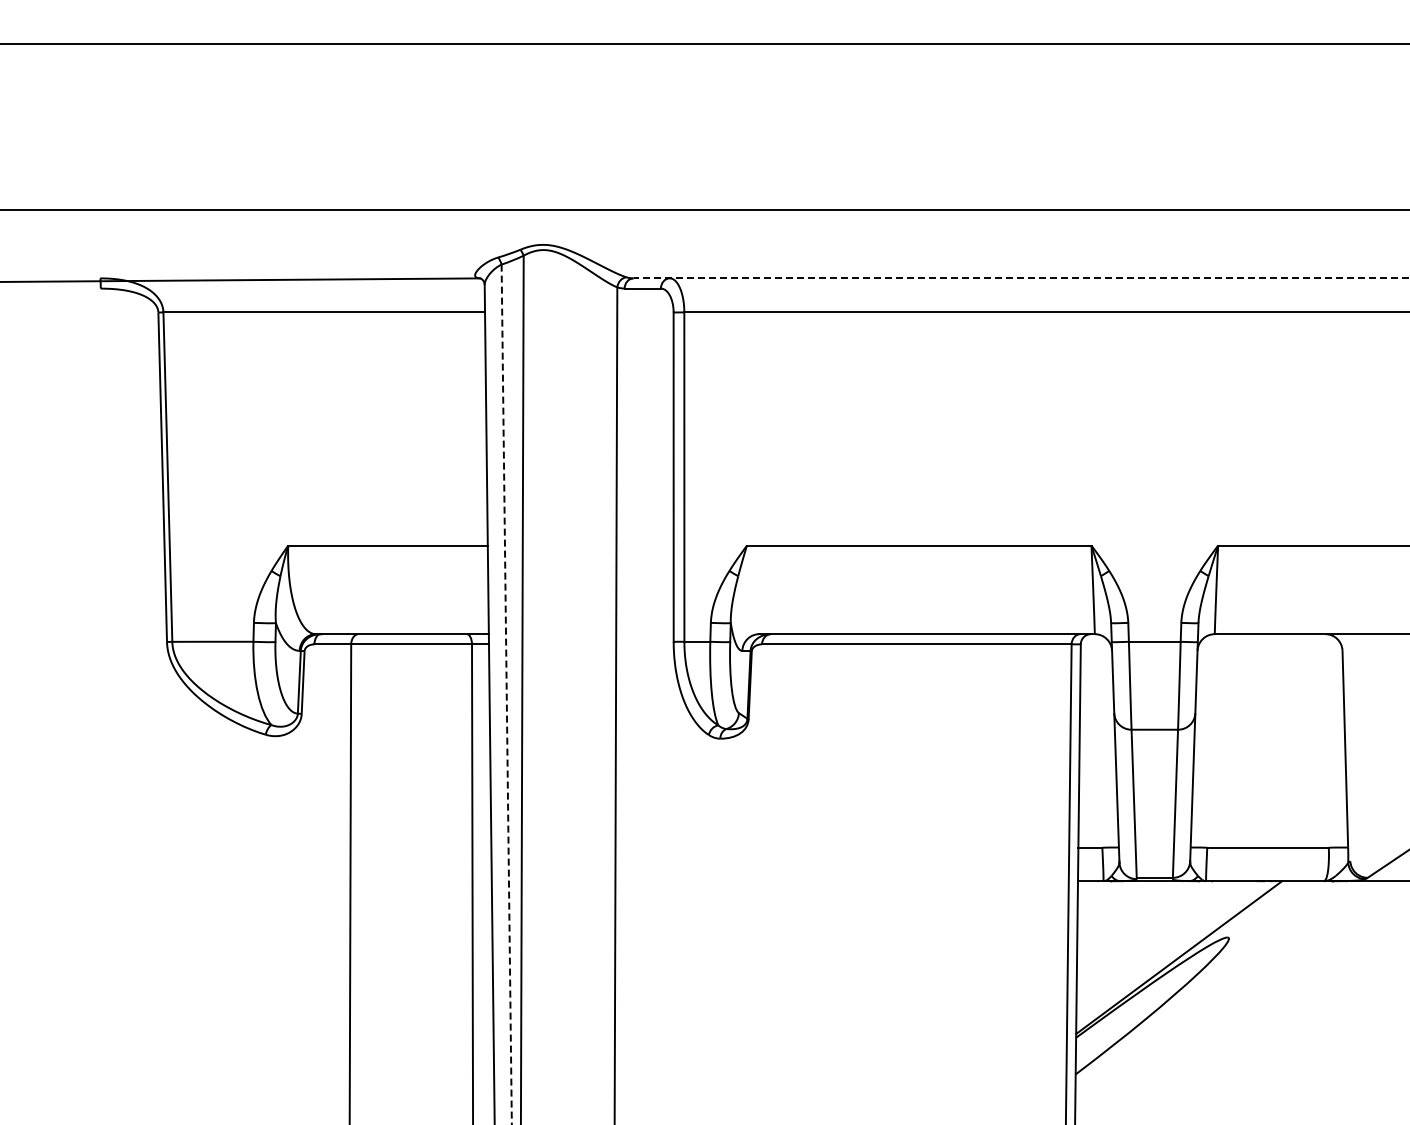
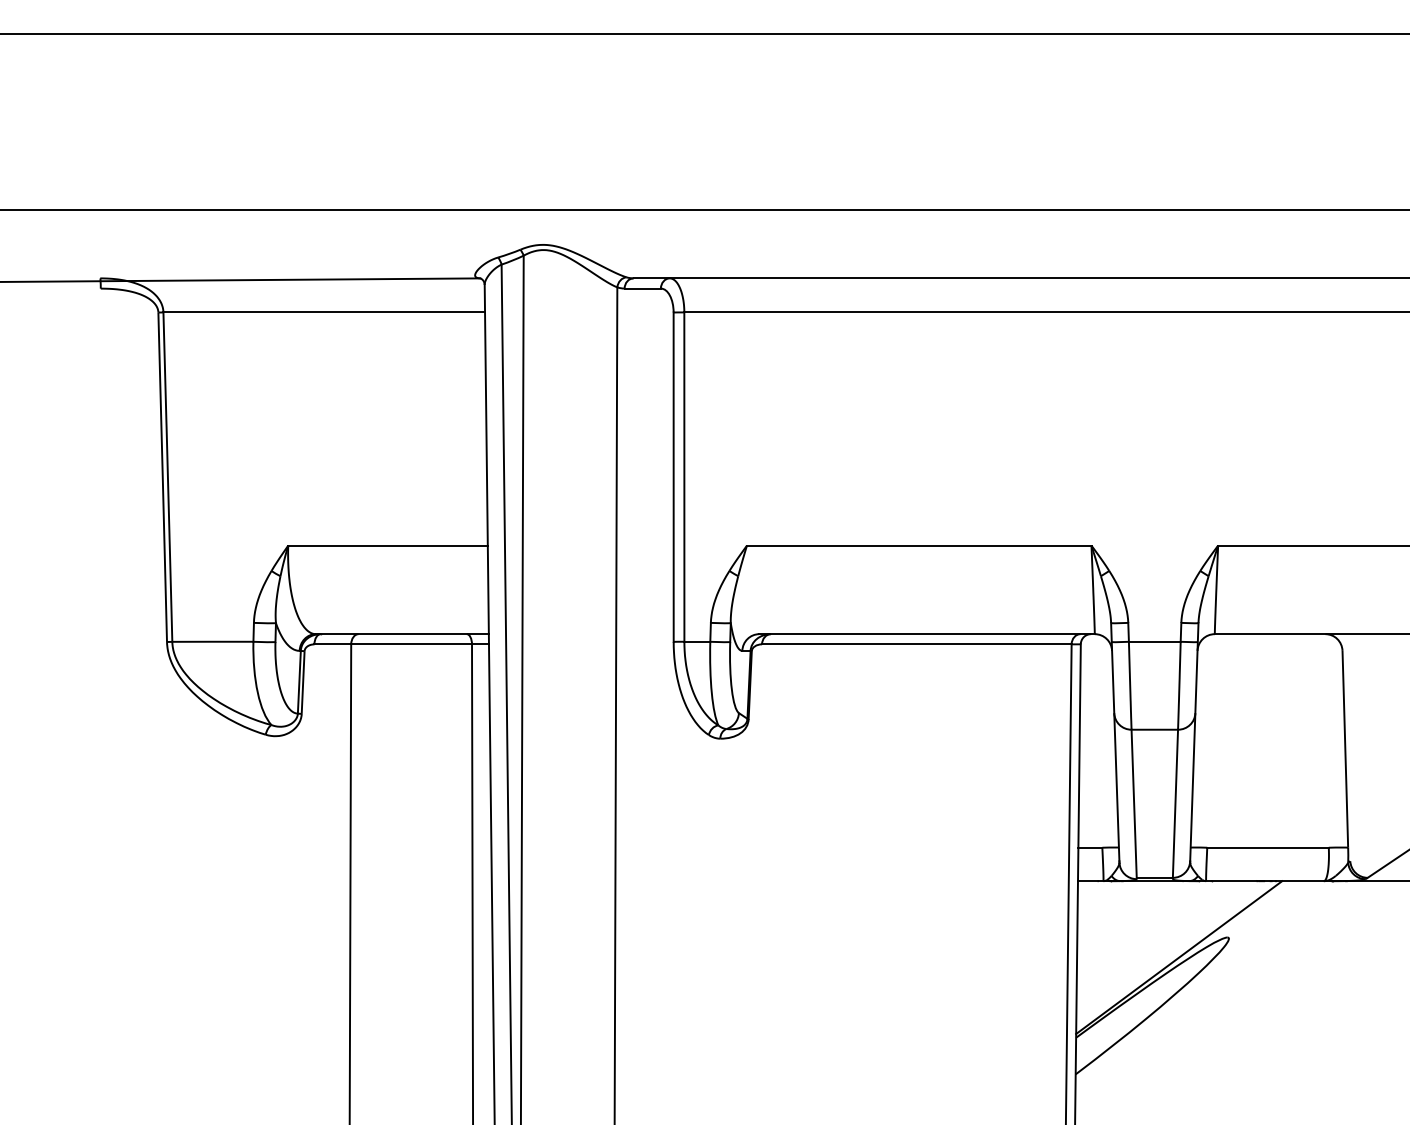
line at (704, 43) position: (704, 43) -> (704, 33)
line at (1021, 278): dashed -> solid
line at (506, 694): dashed -> solid
